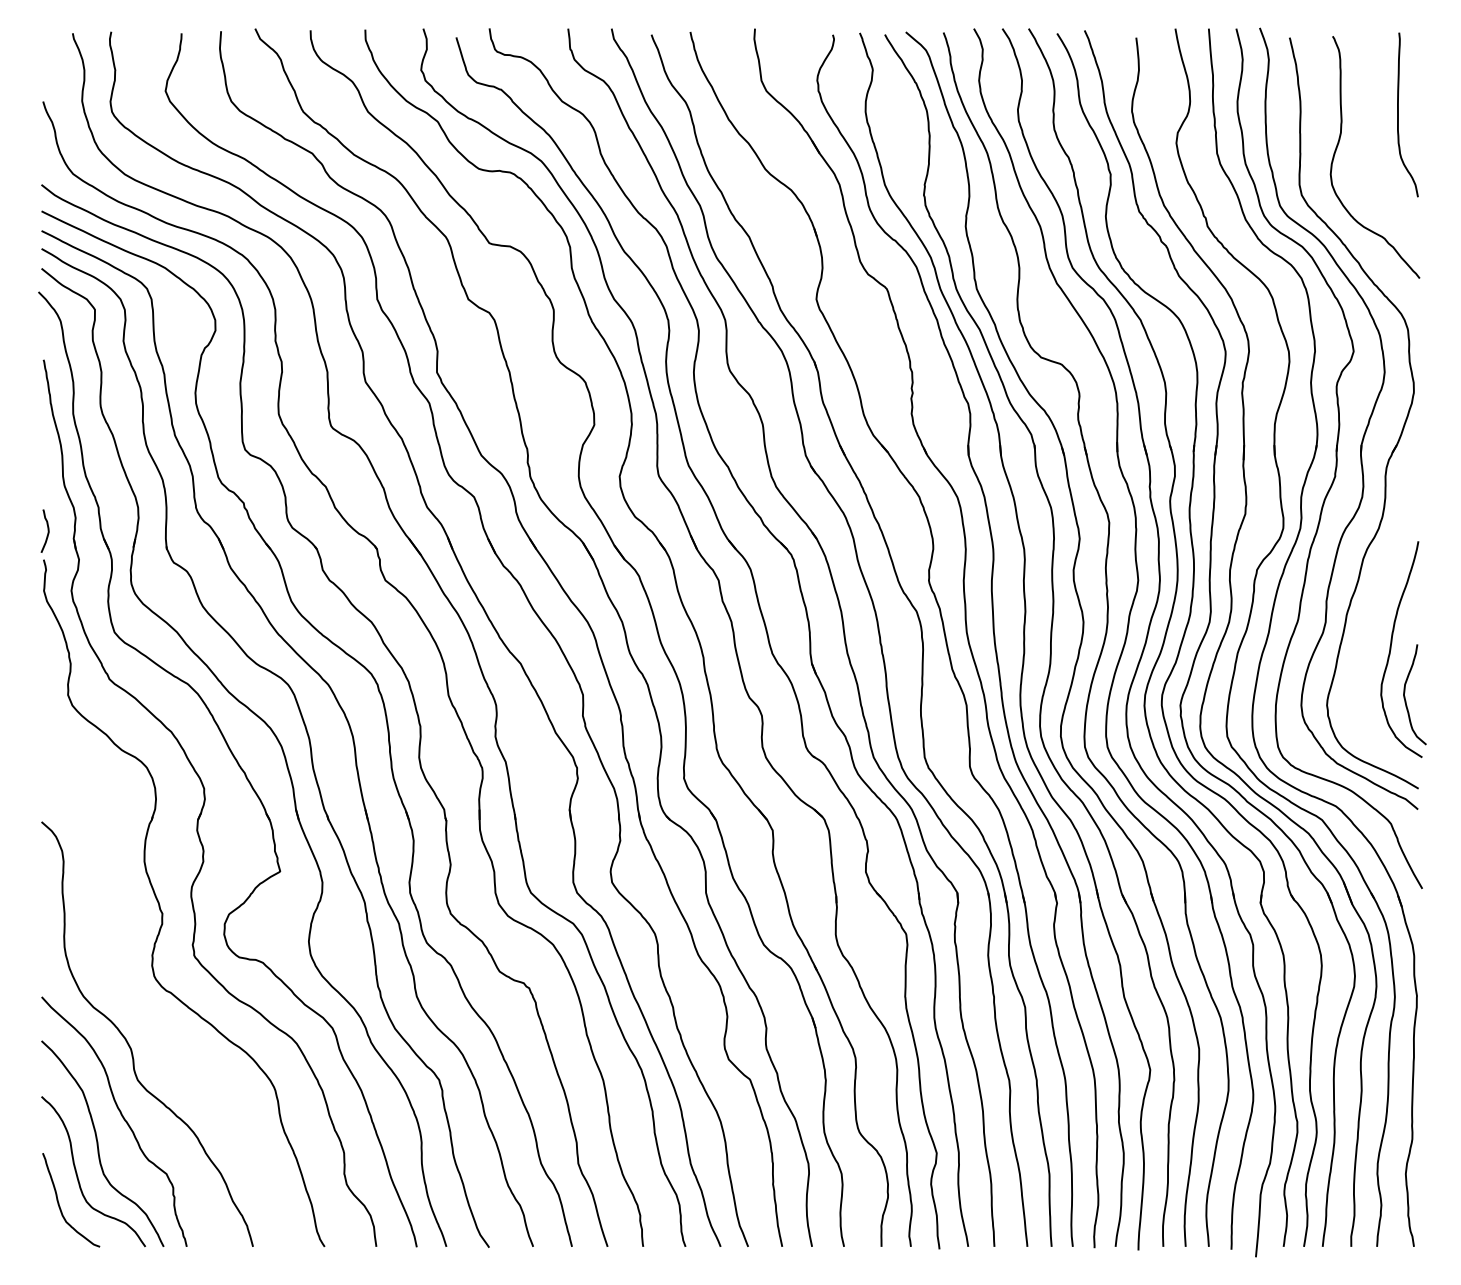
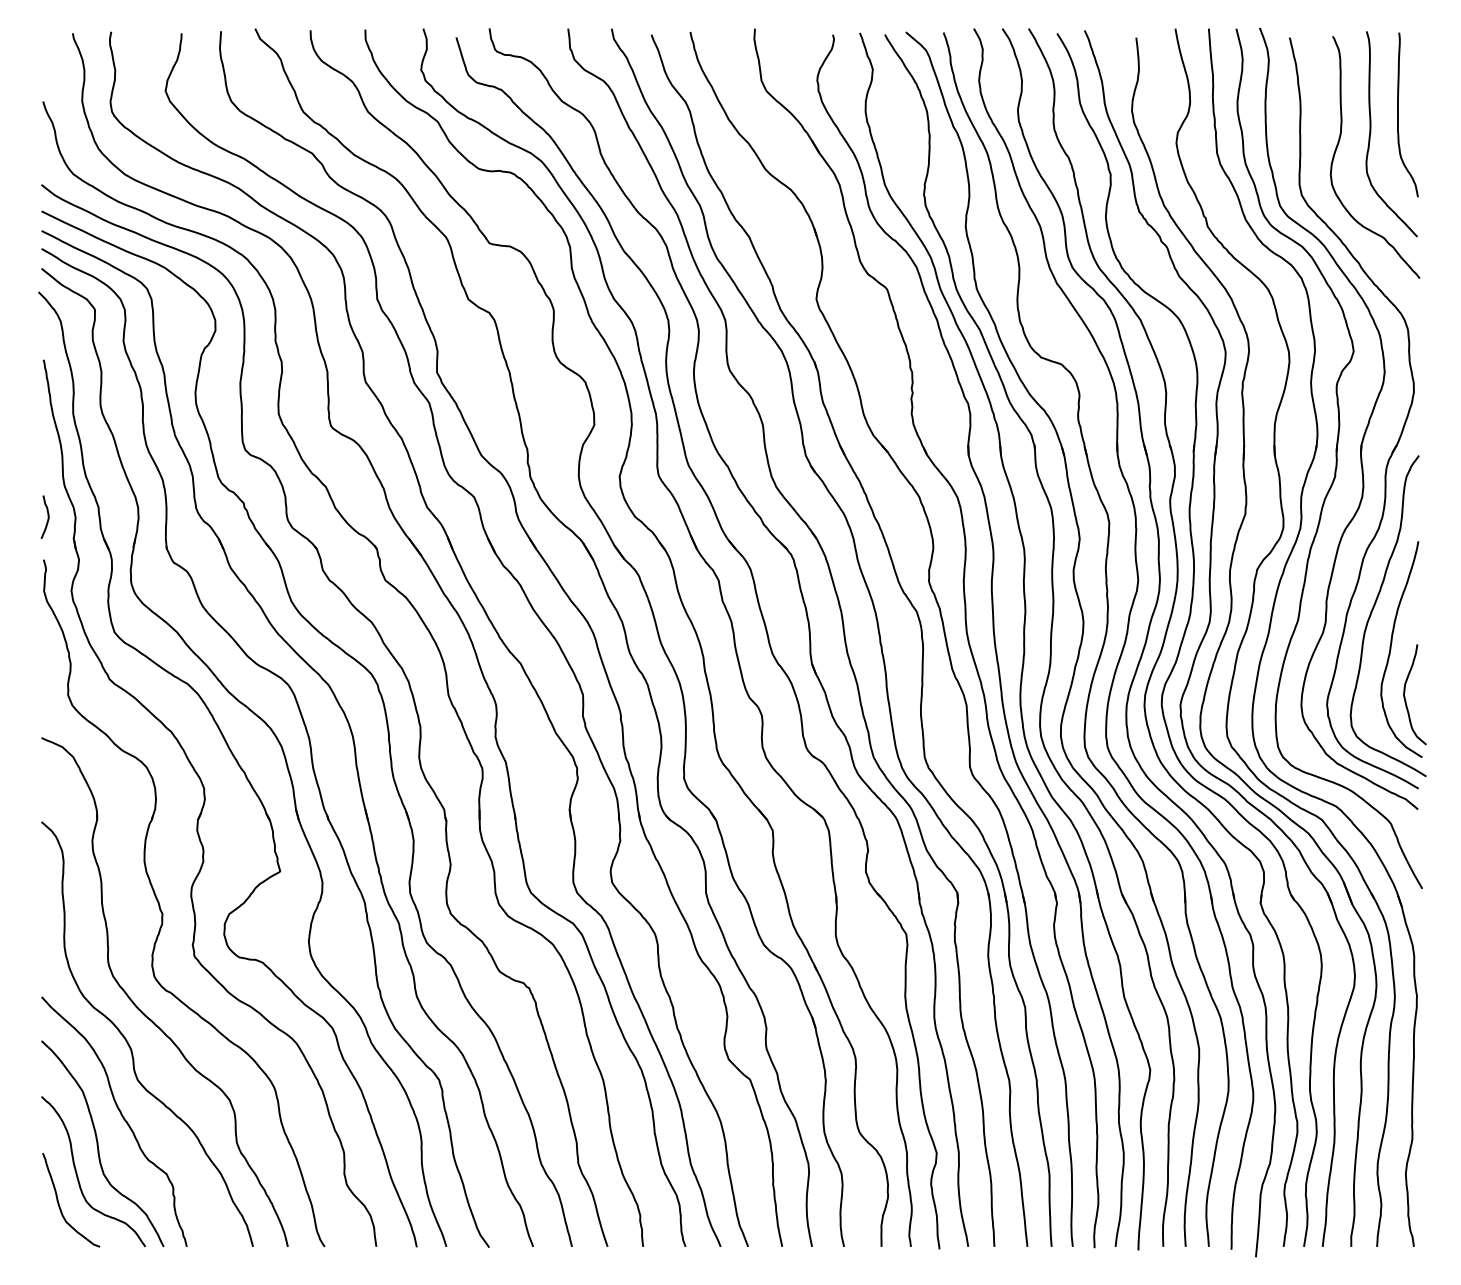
curve at (1371, 133): none -> present
curve at (47, 530) position: (47, 530) -> (47, 516)
curve at (1373, 610): none -> present
part at (143, 1012): none -> present
